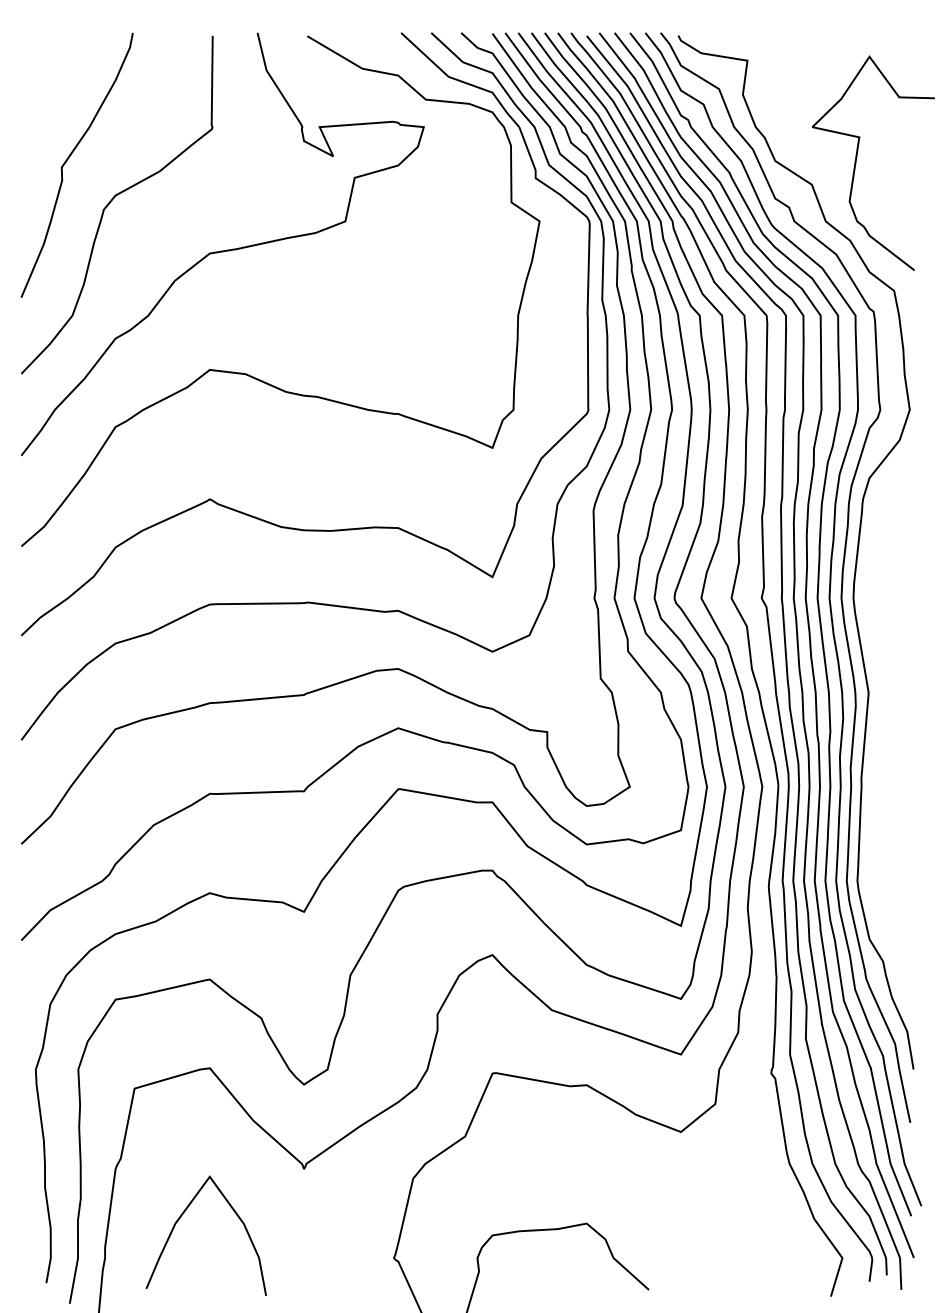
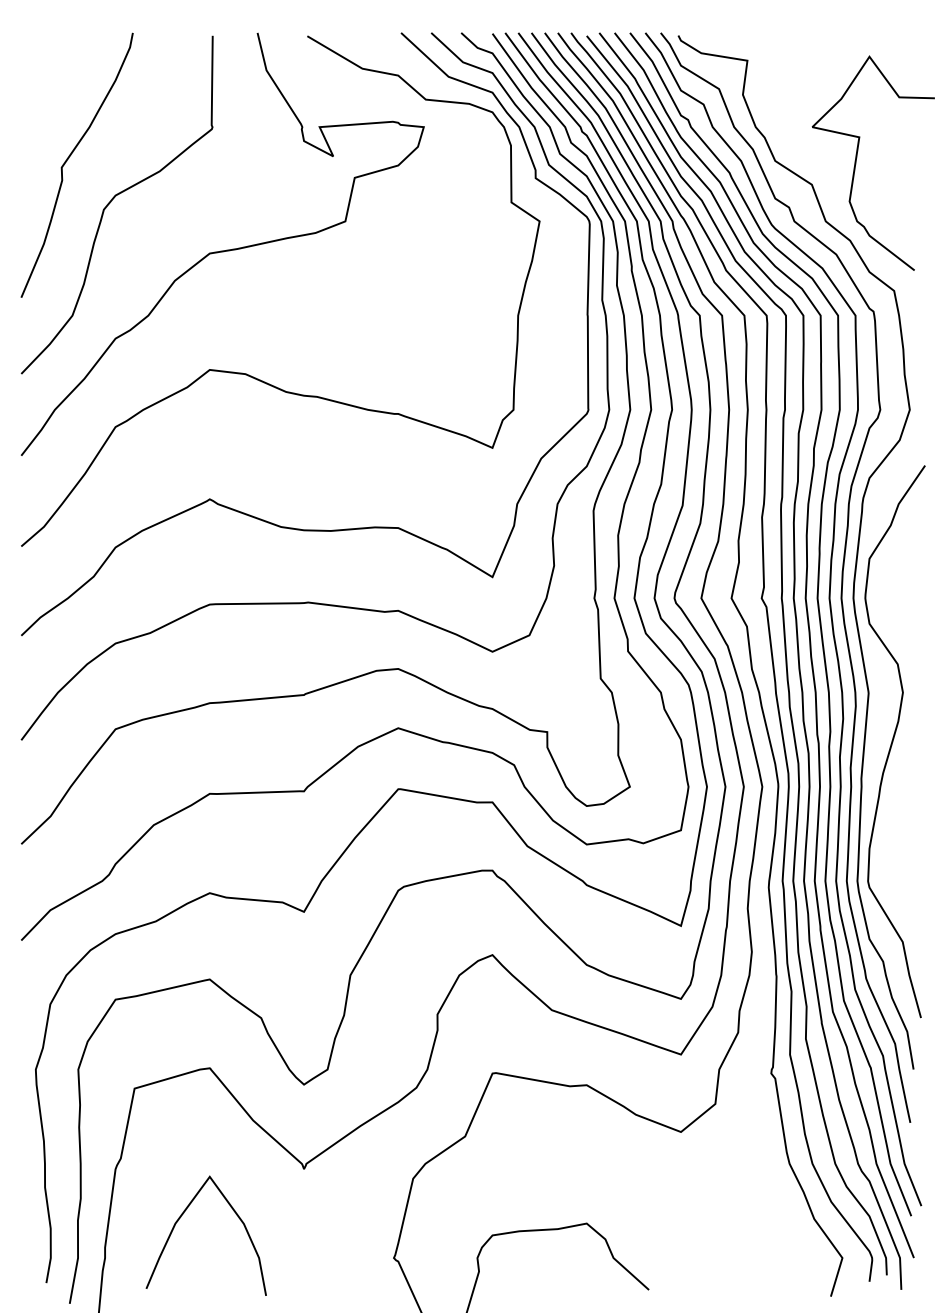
curve at (893, 741): none -> present
